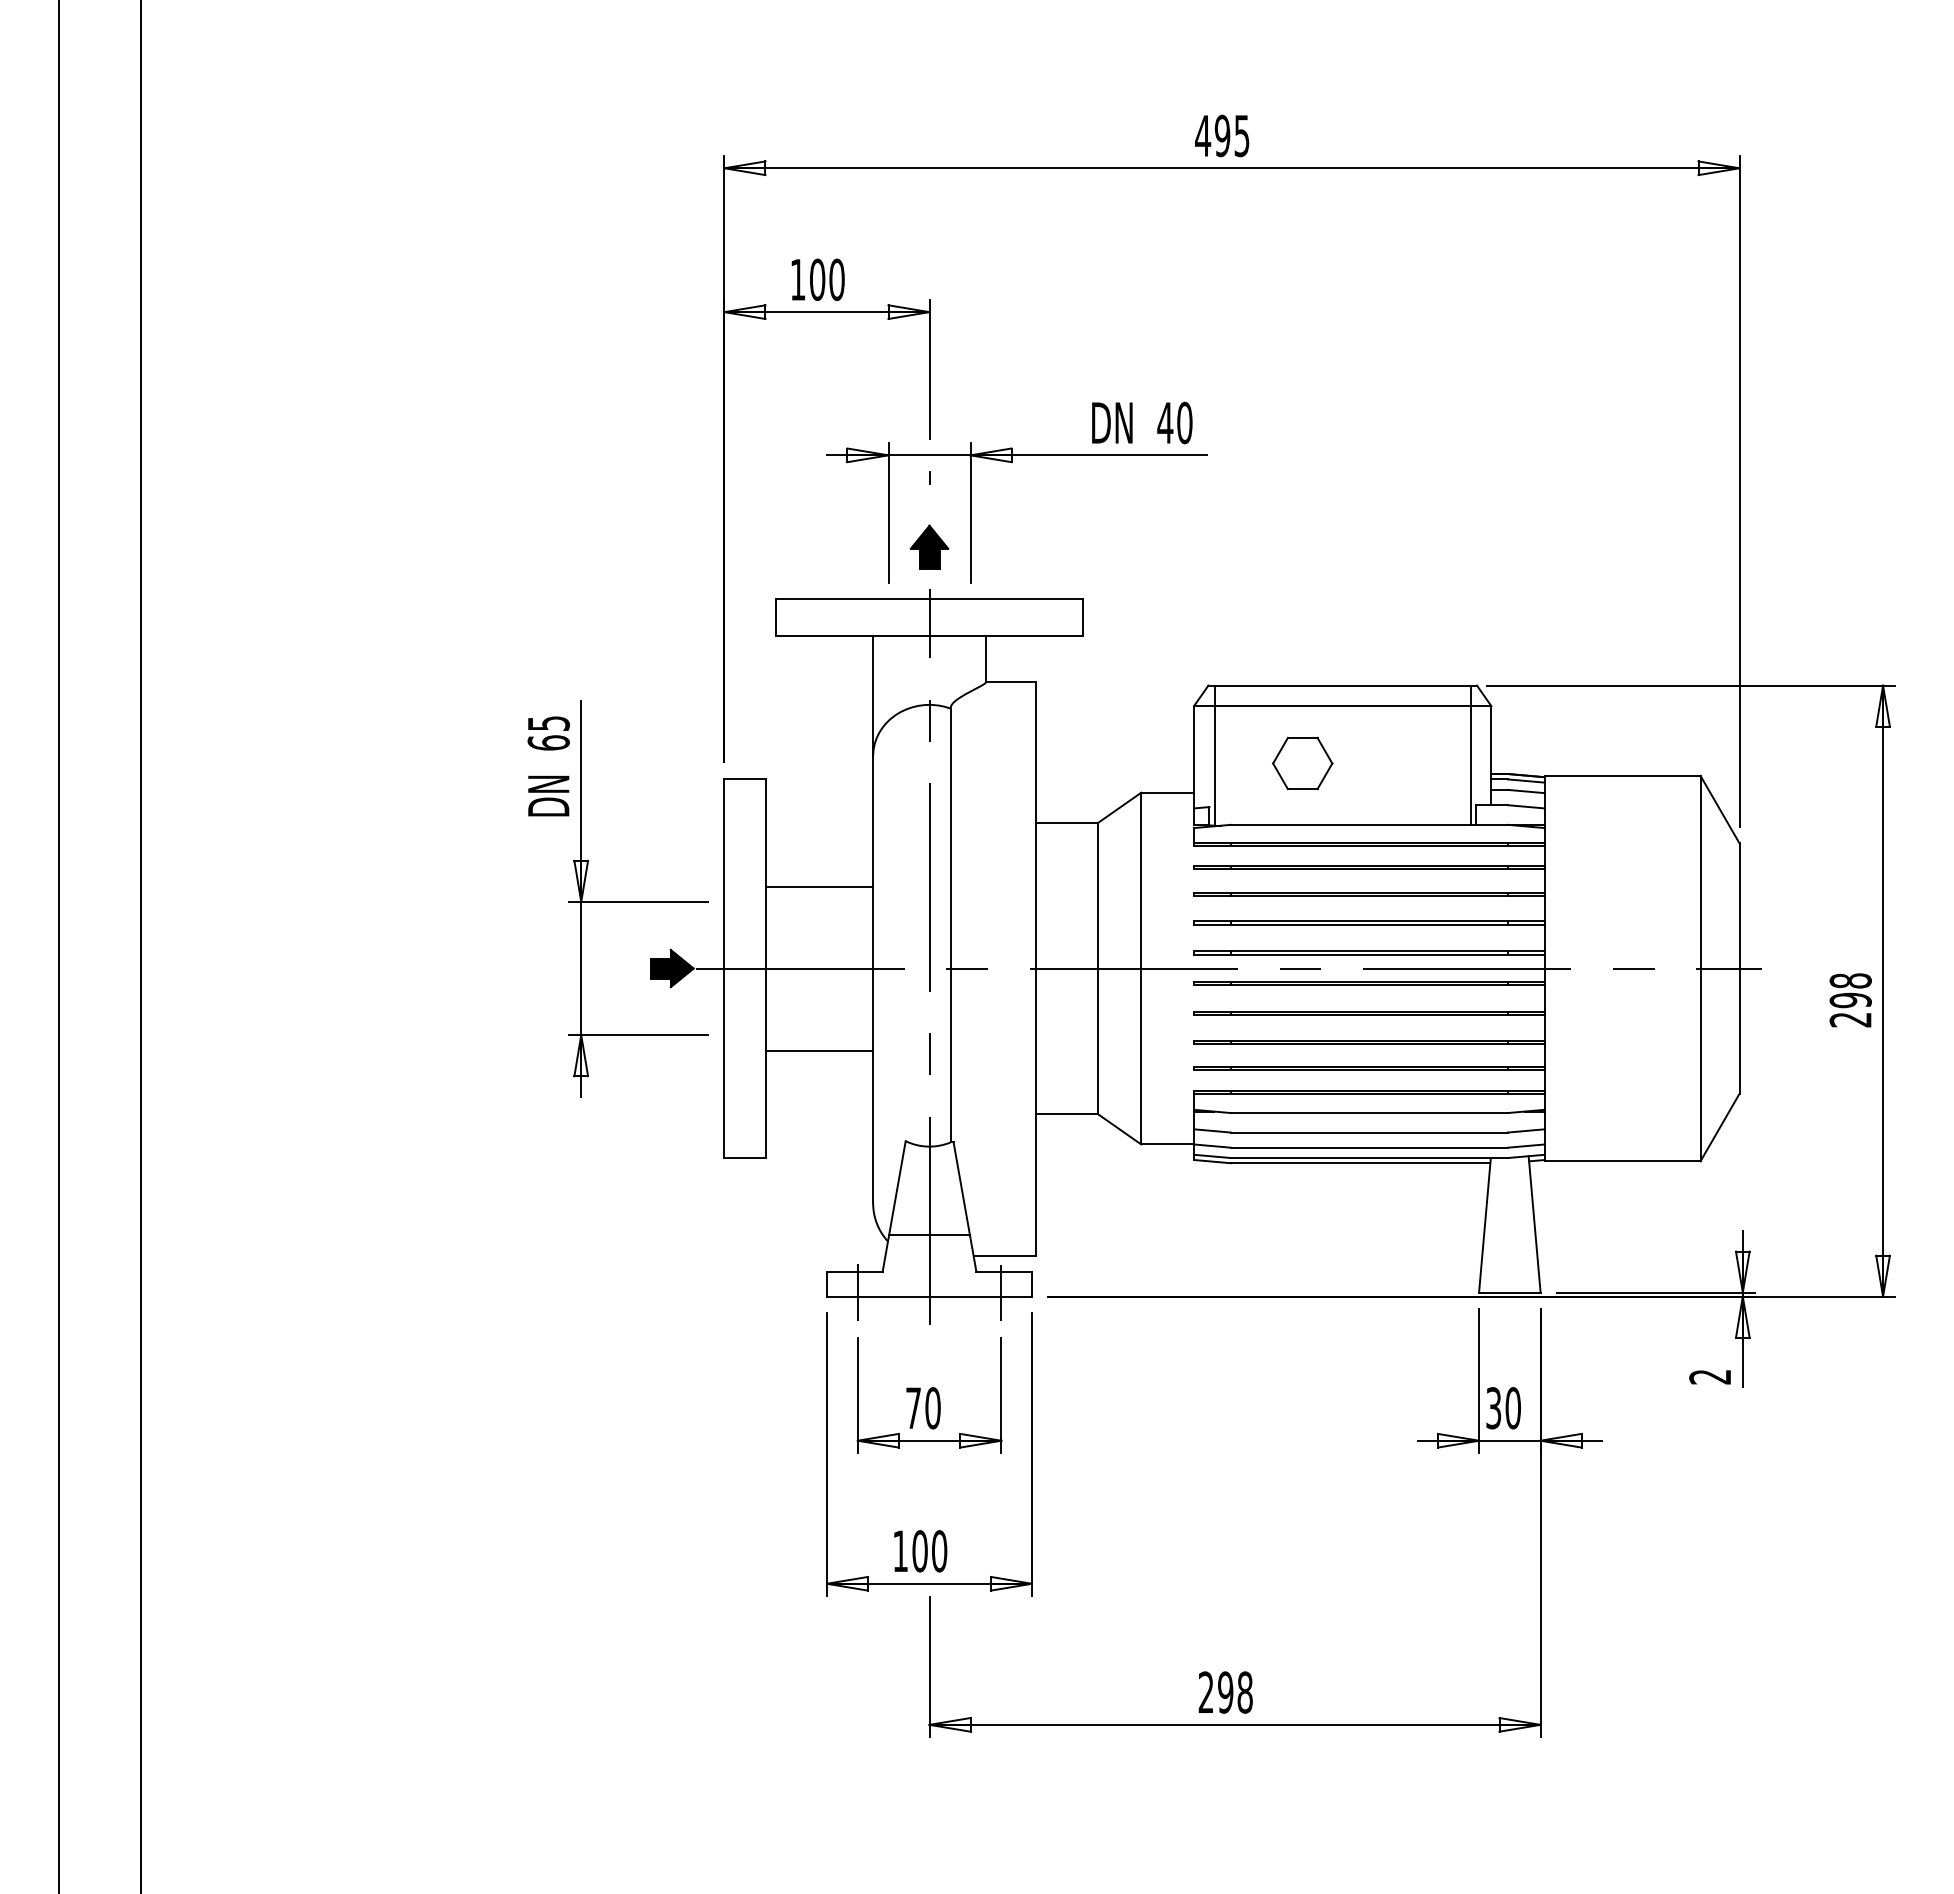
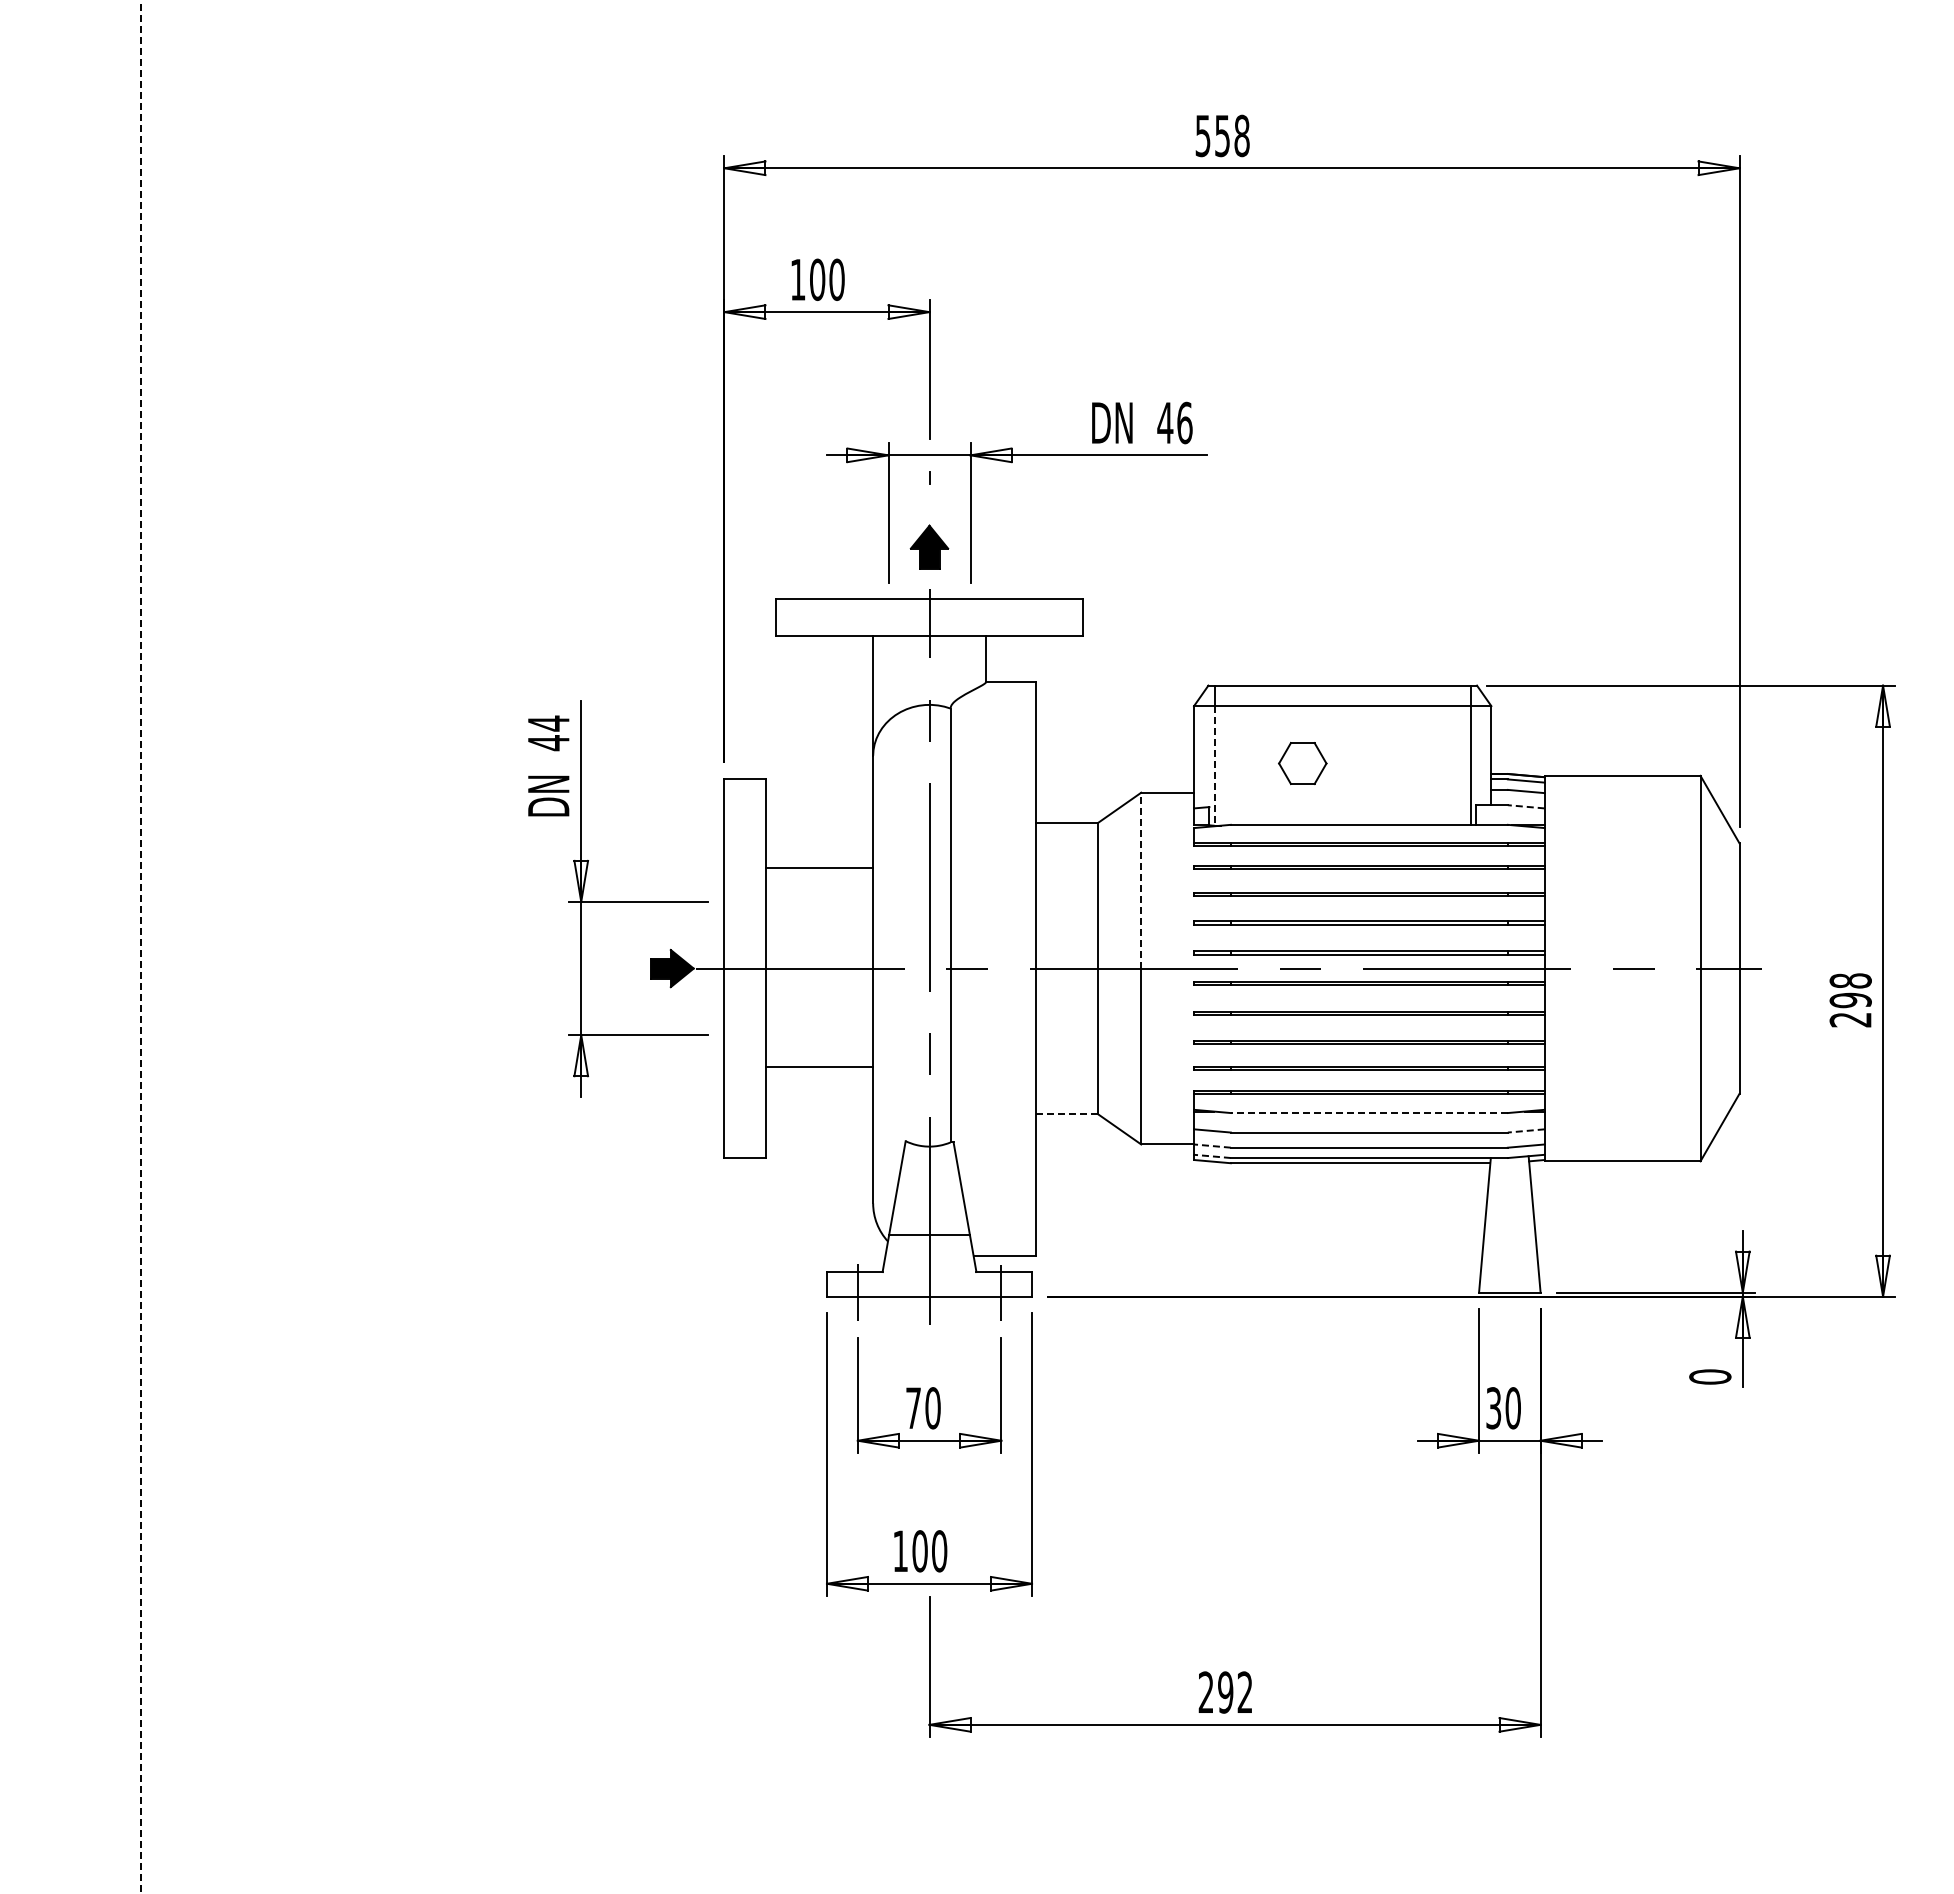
text at (1222, 135): 495 -> 558
text at (1184, 422): 40 -> 46
text at (548, 733): 65 -> 44
part at (1302, 763) size: 62x55 px -> 50x44 px
line at (1214, 765): solid -> dashed
line at (1525, 806): solid -> dashed
line at (1141, 880): solid -> dashed
line at (819, 886) position: (819, 886) -> (819, 867)
line at (58, 946): present -> none
line at (140, 947): solid -> dashed
line at (819, 1050) position: (819, 1050) -> (819, 1066)
line at (1368, 1113): solid -> dashed
line at (1067, 1114): solid -> dashed
line at (1525, 1130): solid -> dashed
line at (1211, 1146): solid -> dashed
line at (1211, 1156): solid -> dashed
text at (1710, 1376): 2 -> 0
text at (1244, 1692): 298 -> 292
